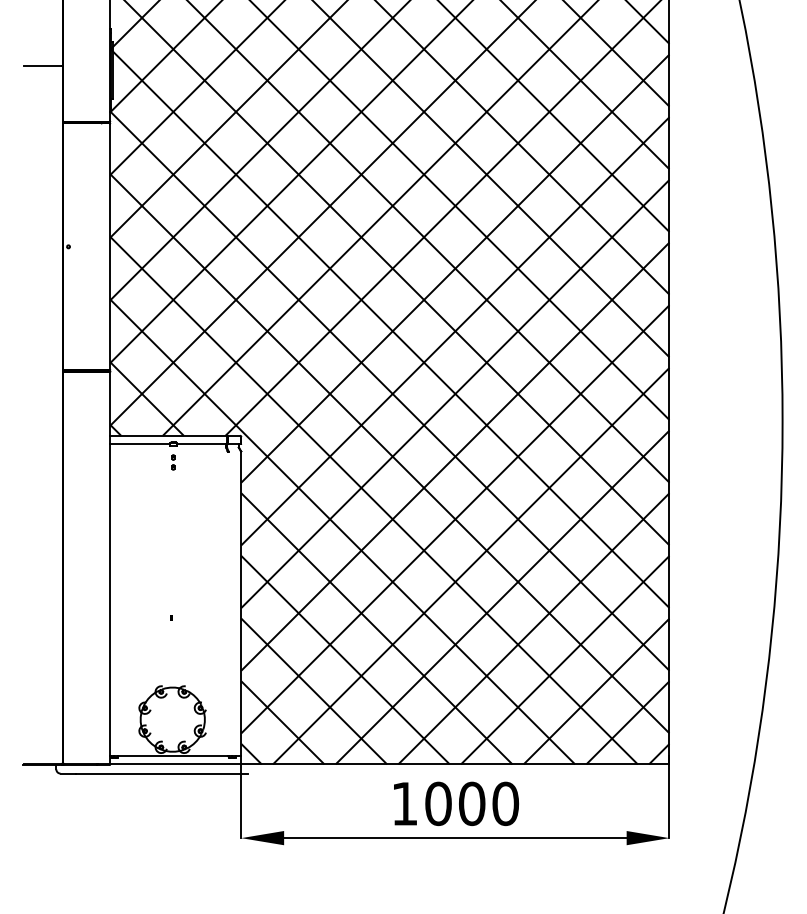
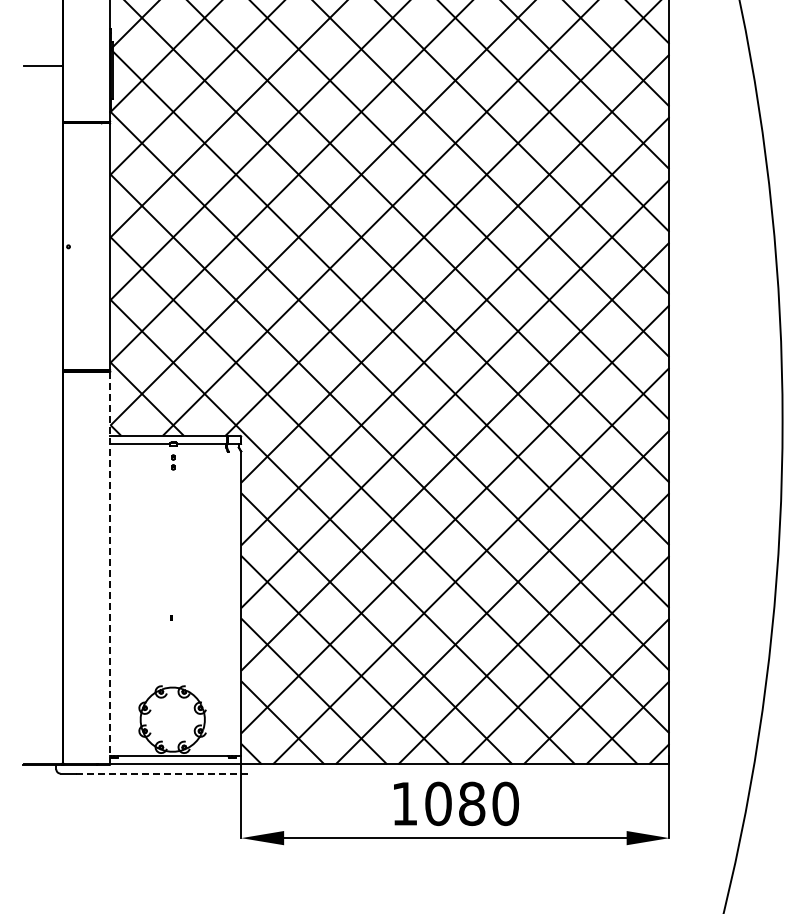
line at (110, 568): solid -> dashed
line at (162, 773): solid -> dashed
text at (472, 803): 1000 -> 1080
